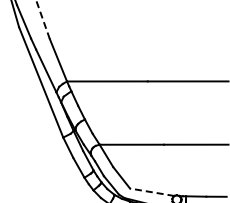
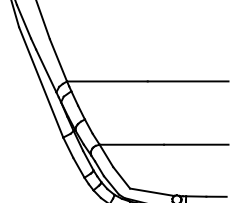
line at (43, 19): dashed -> solid
line at (151, 192): dashed -> solid
